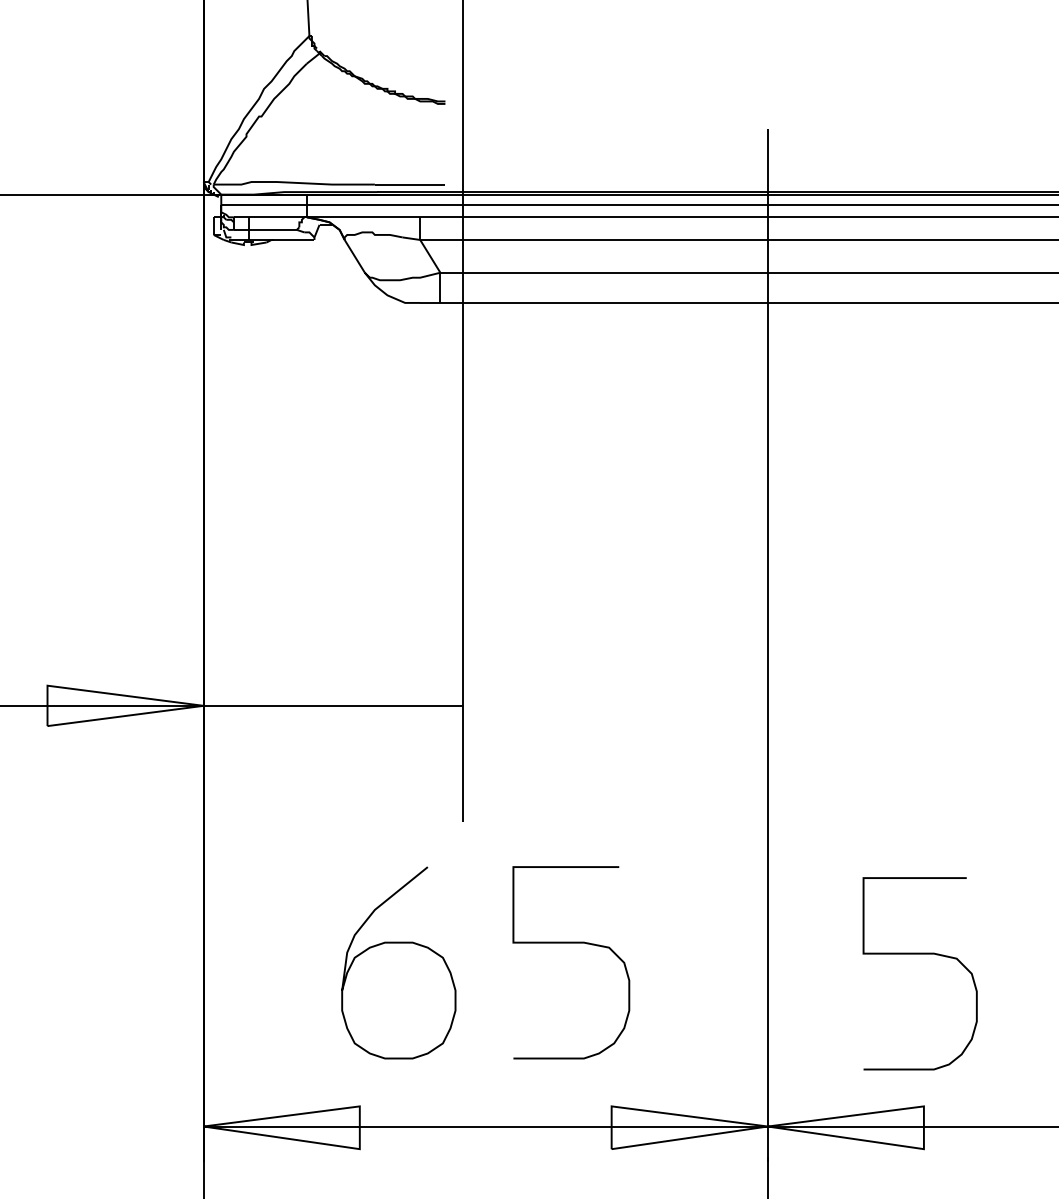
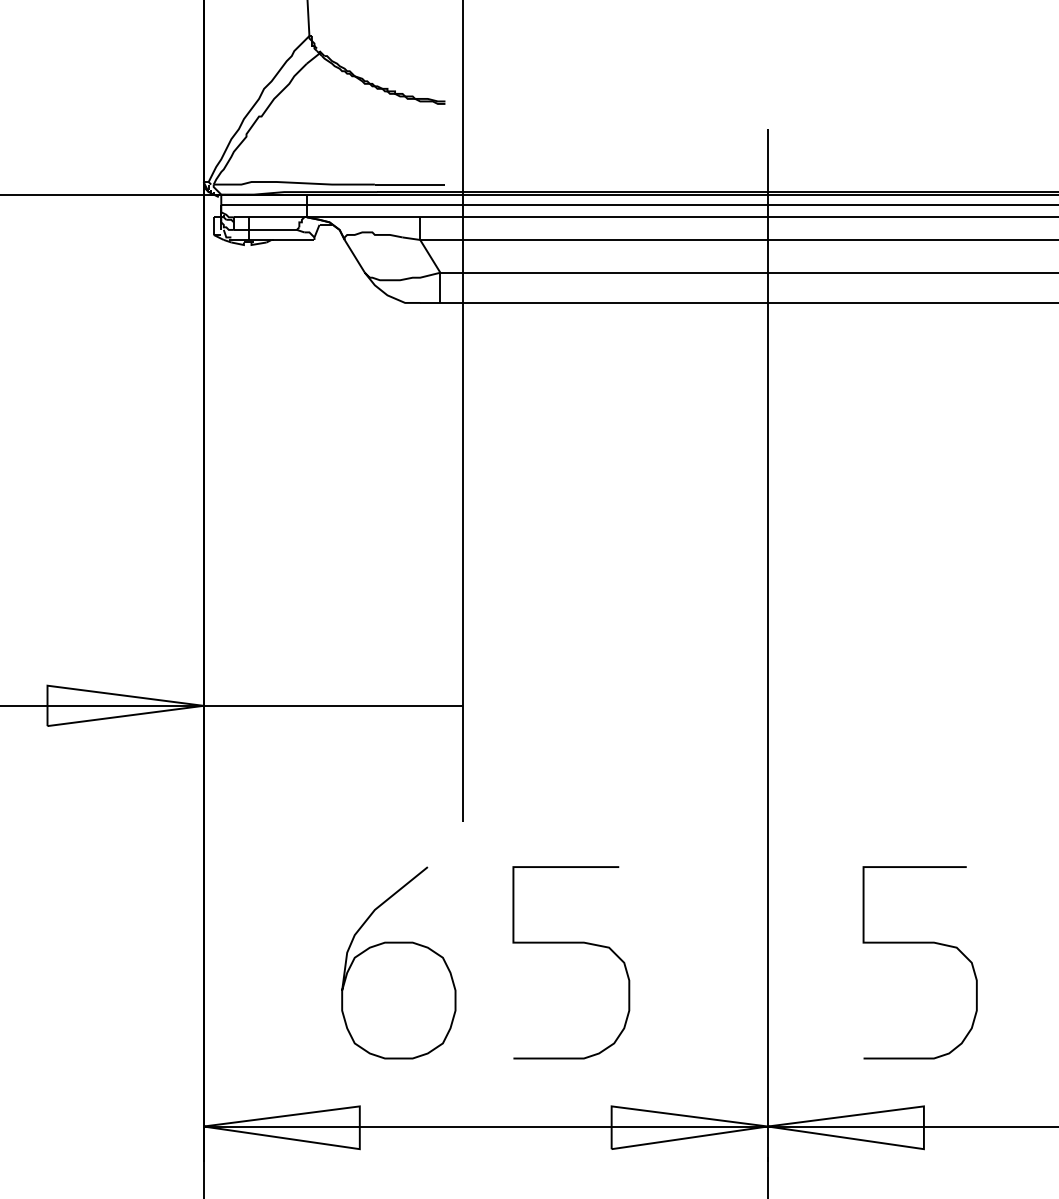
curve at (919, 954) position: (919, 954) -> (919, 943)
